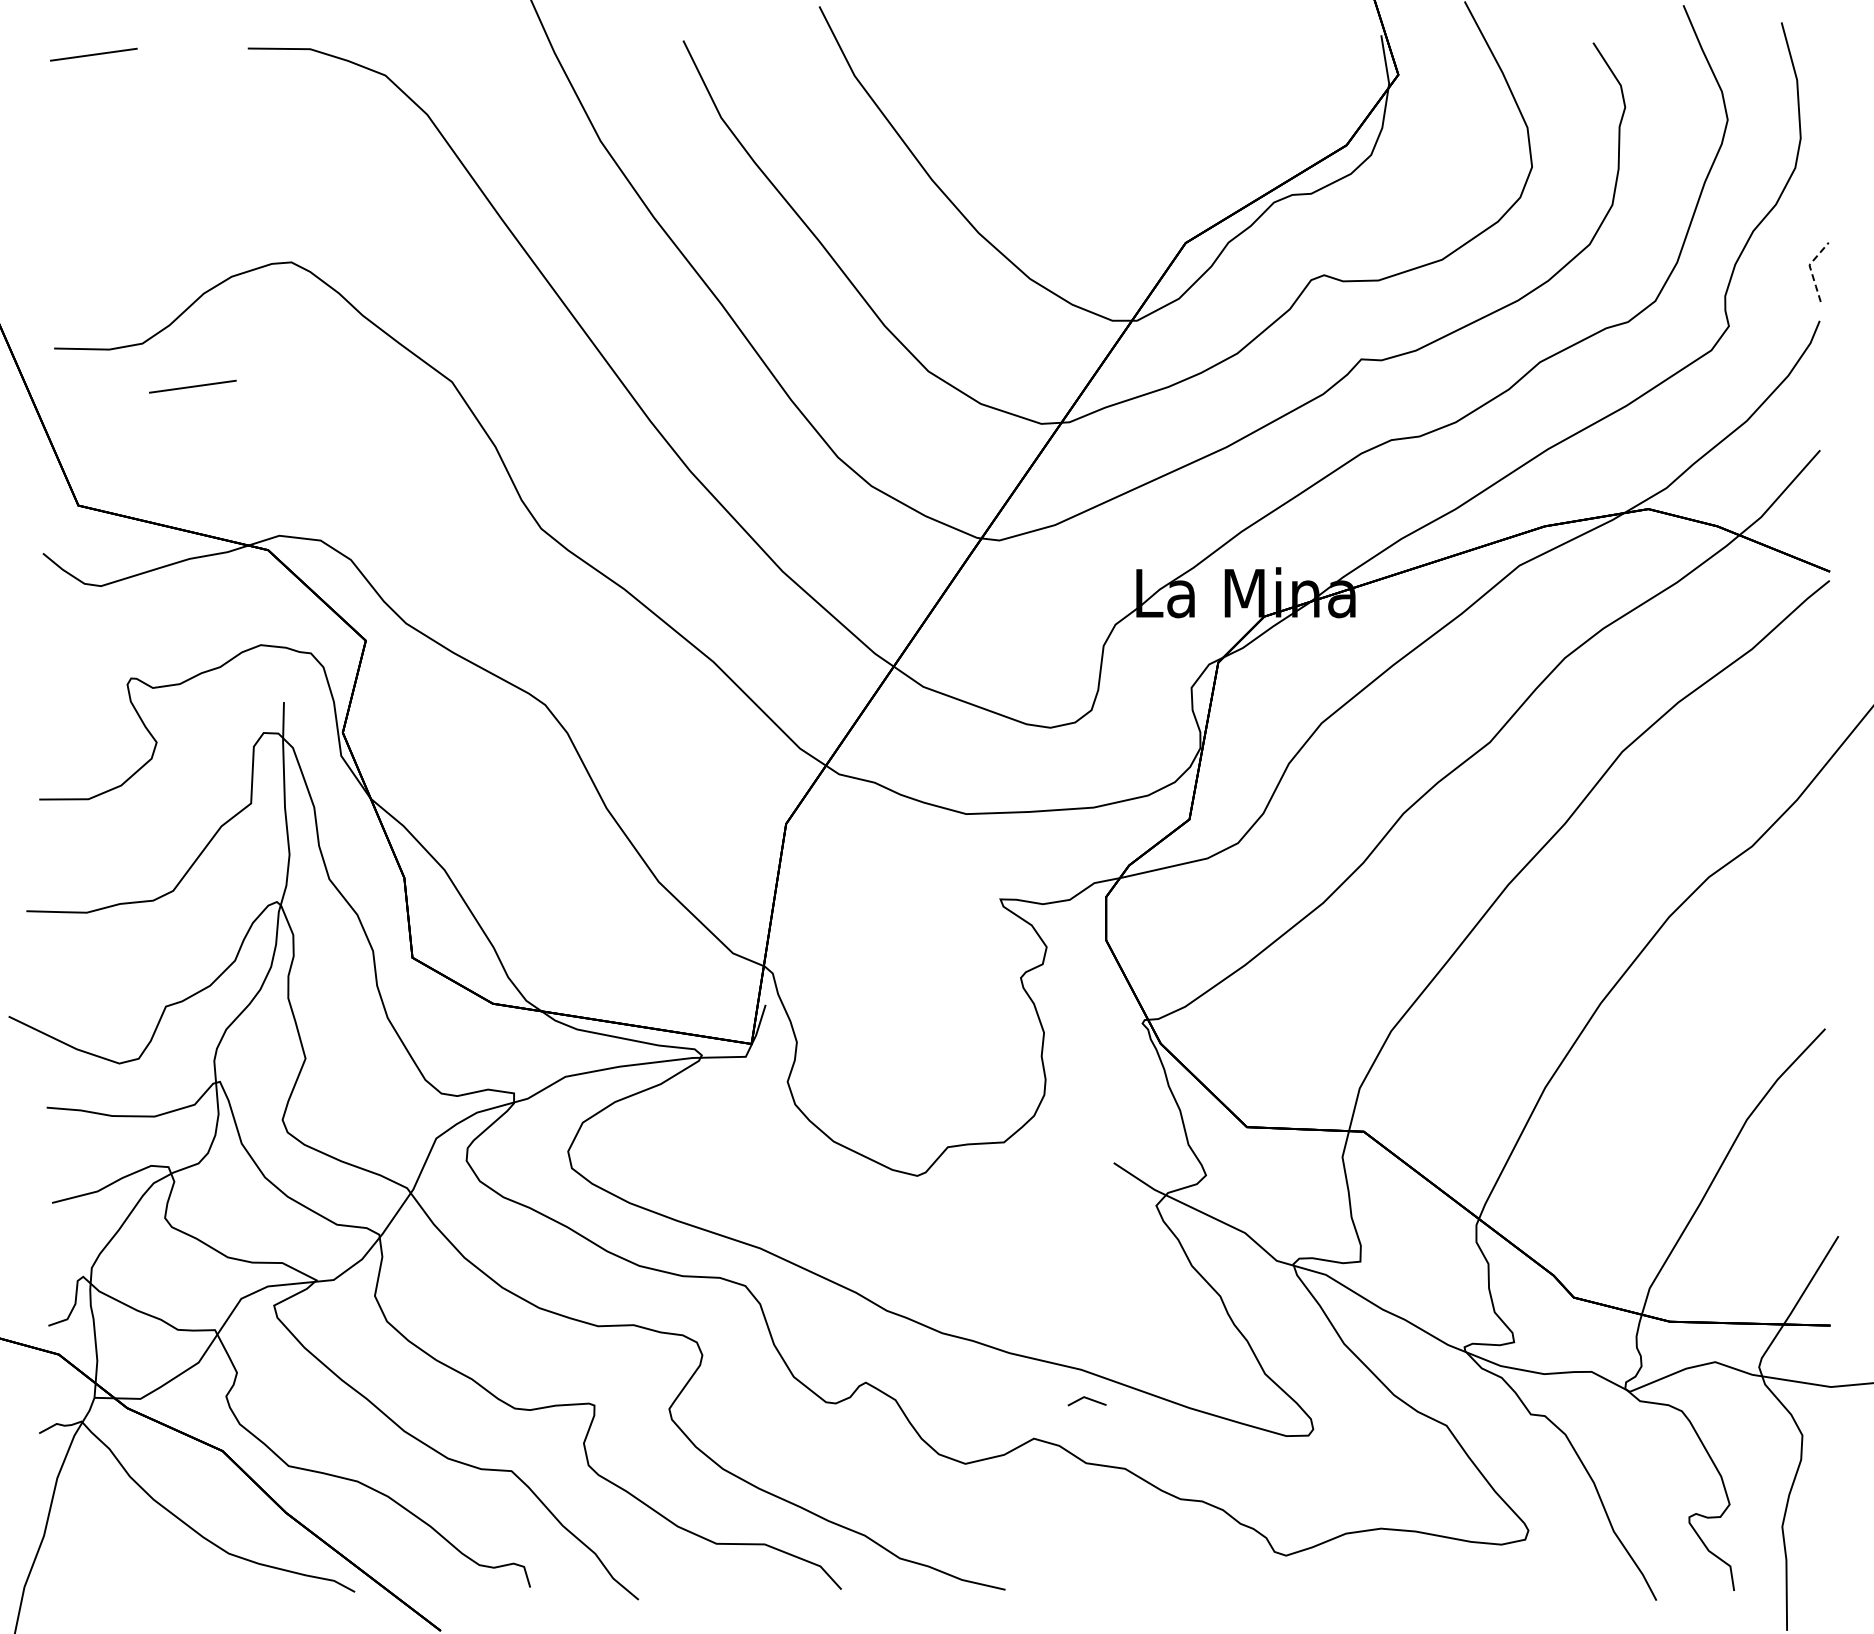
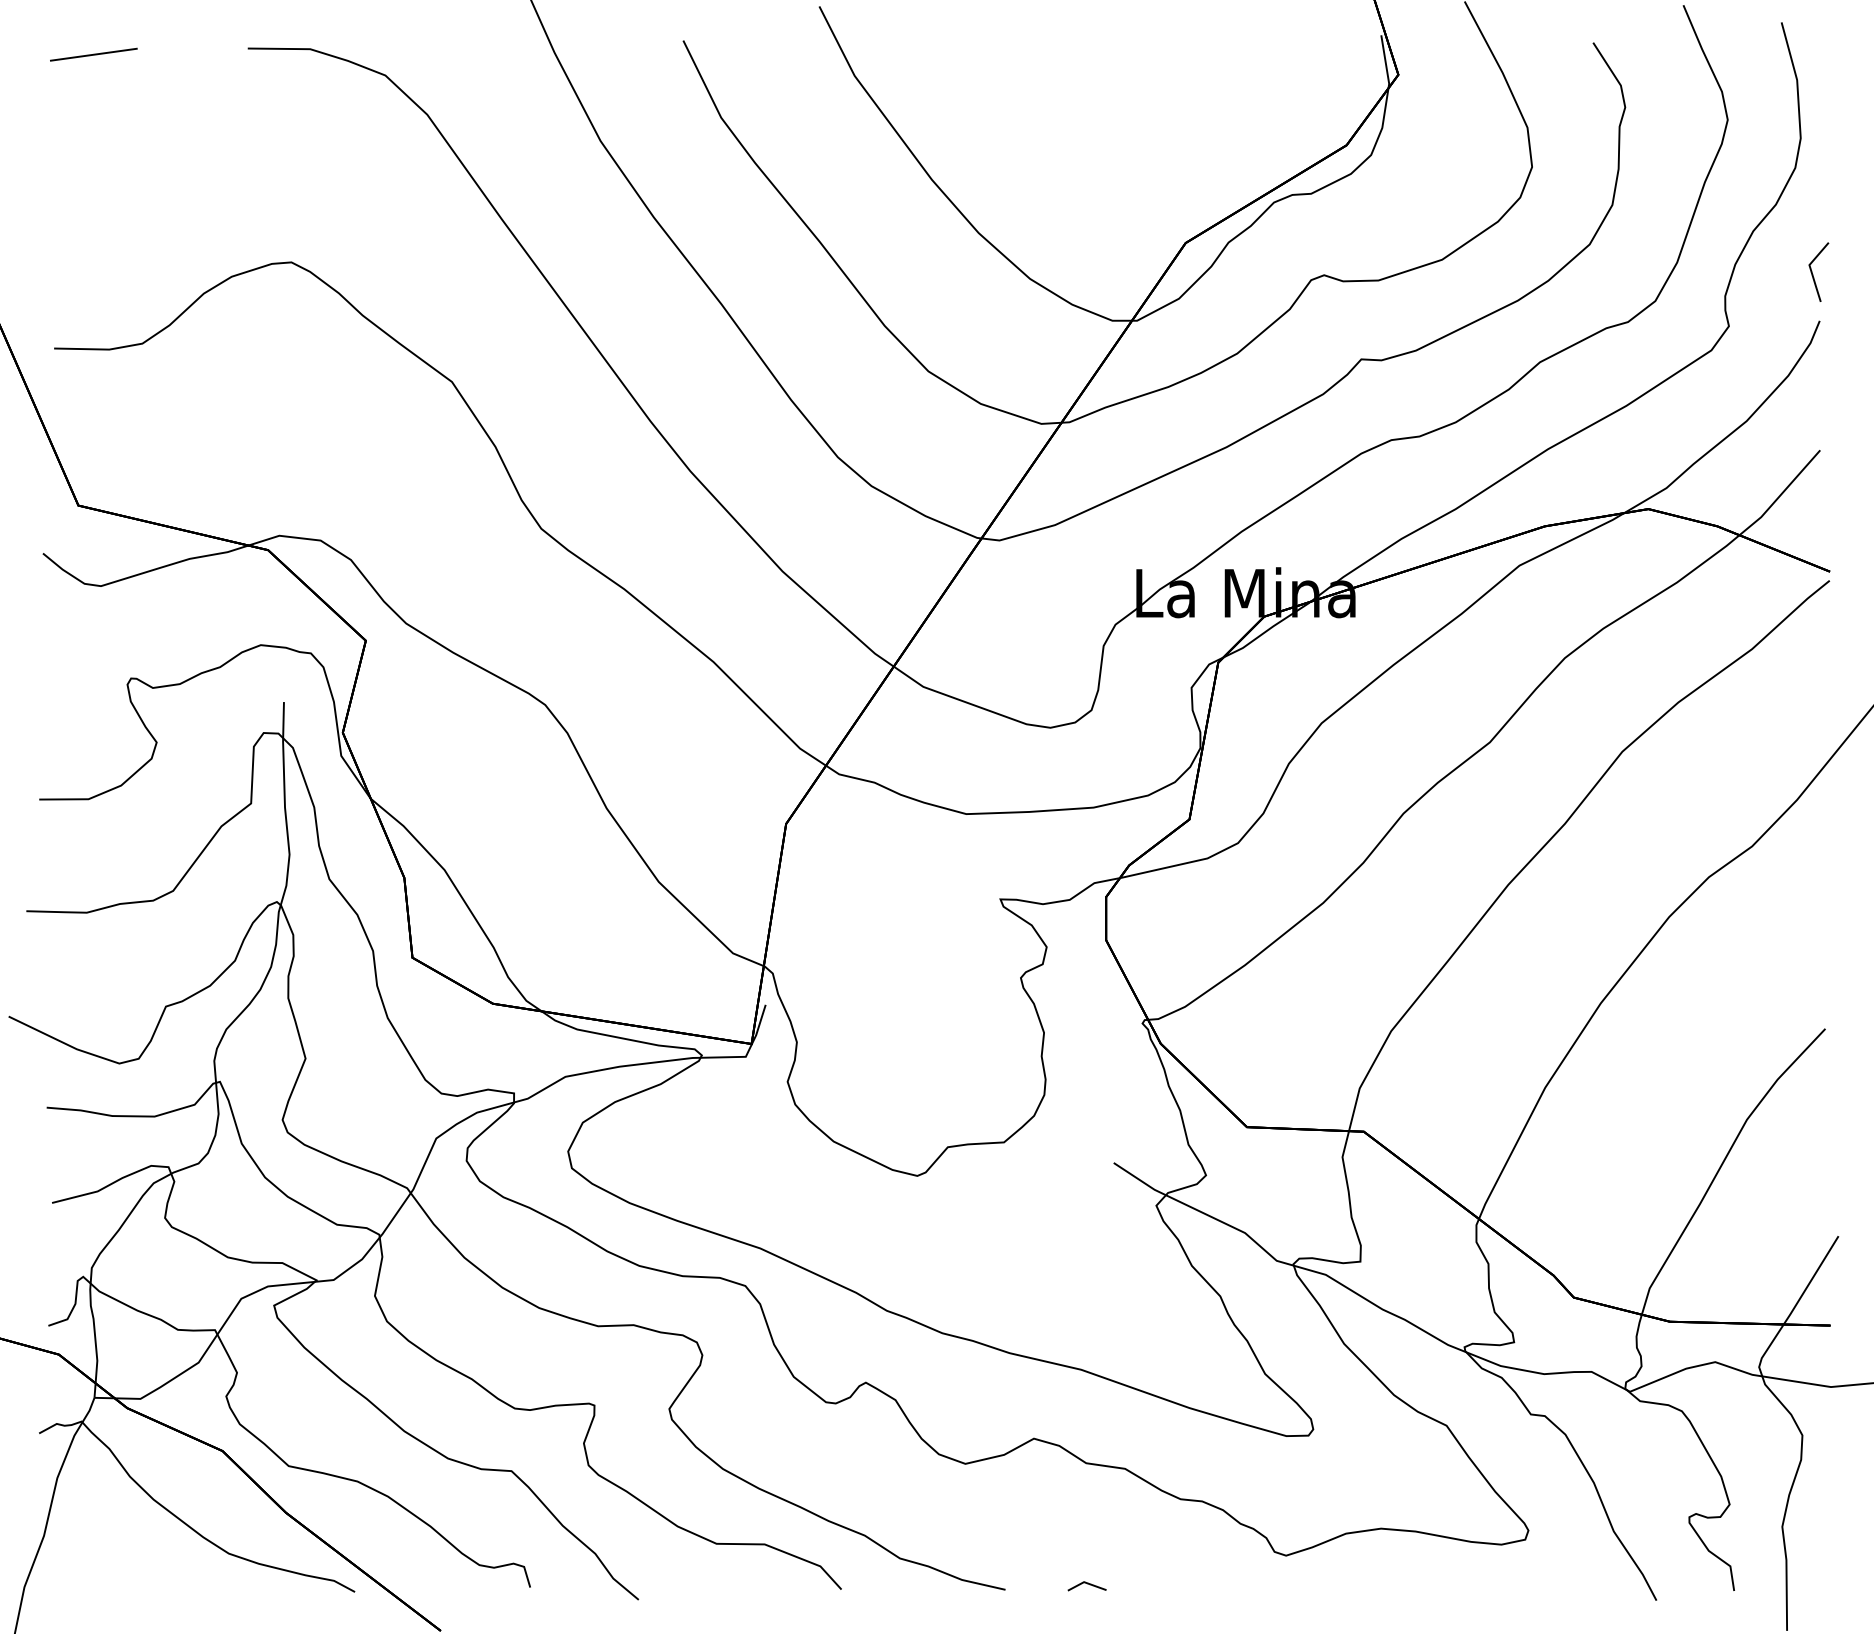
line at (1810, 269): dashed -> solid
line at (192, 386): present -> none
line at (1087, 1399) position: (1087, 1399) -> (1087, 1584)
